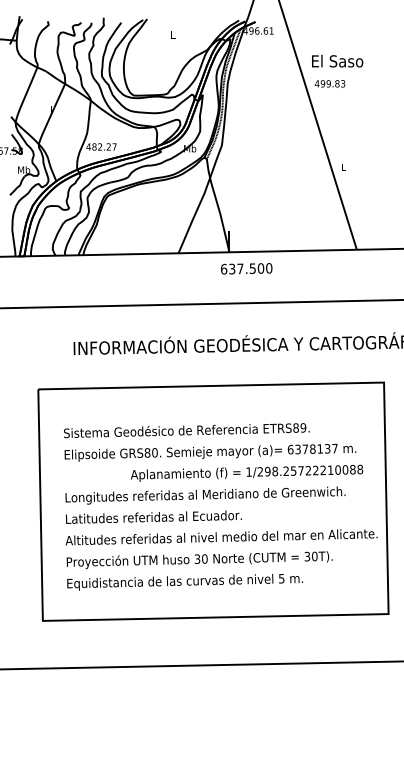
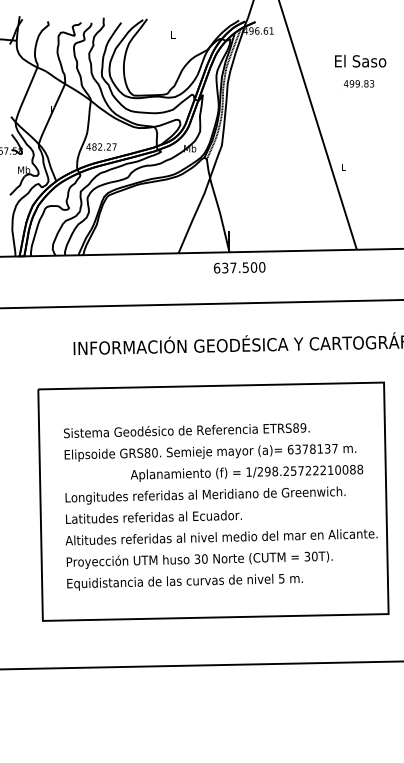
text at (337, 60) position: (337, 60) -> (360, 60)
text at (329, 83) position: (329, 83) -> (358, 83)
text at (246, 268) position: (246, 268) -> (239, 267)
